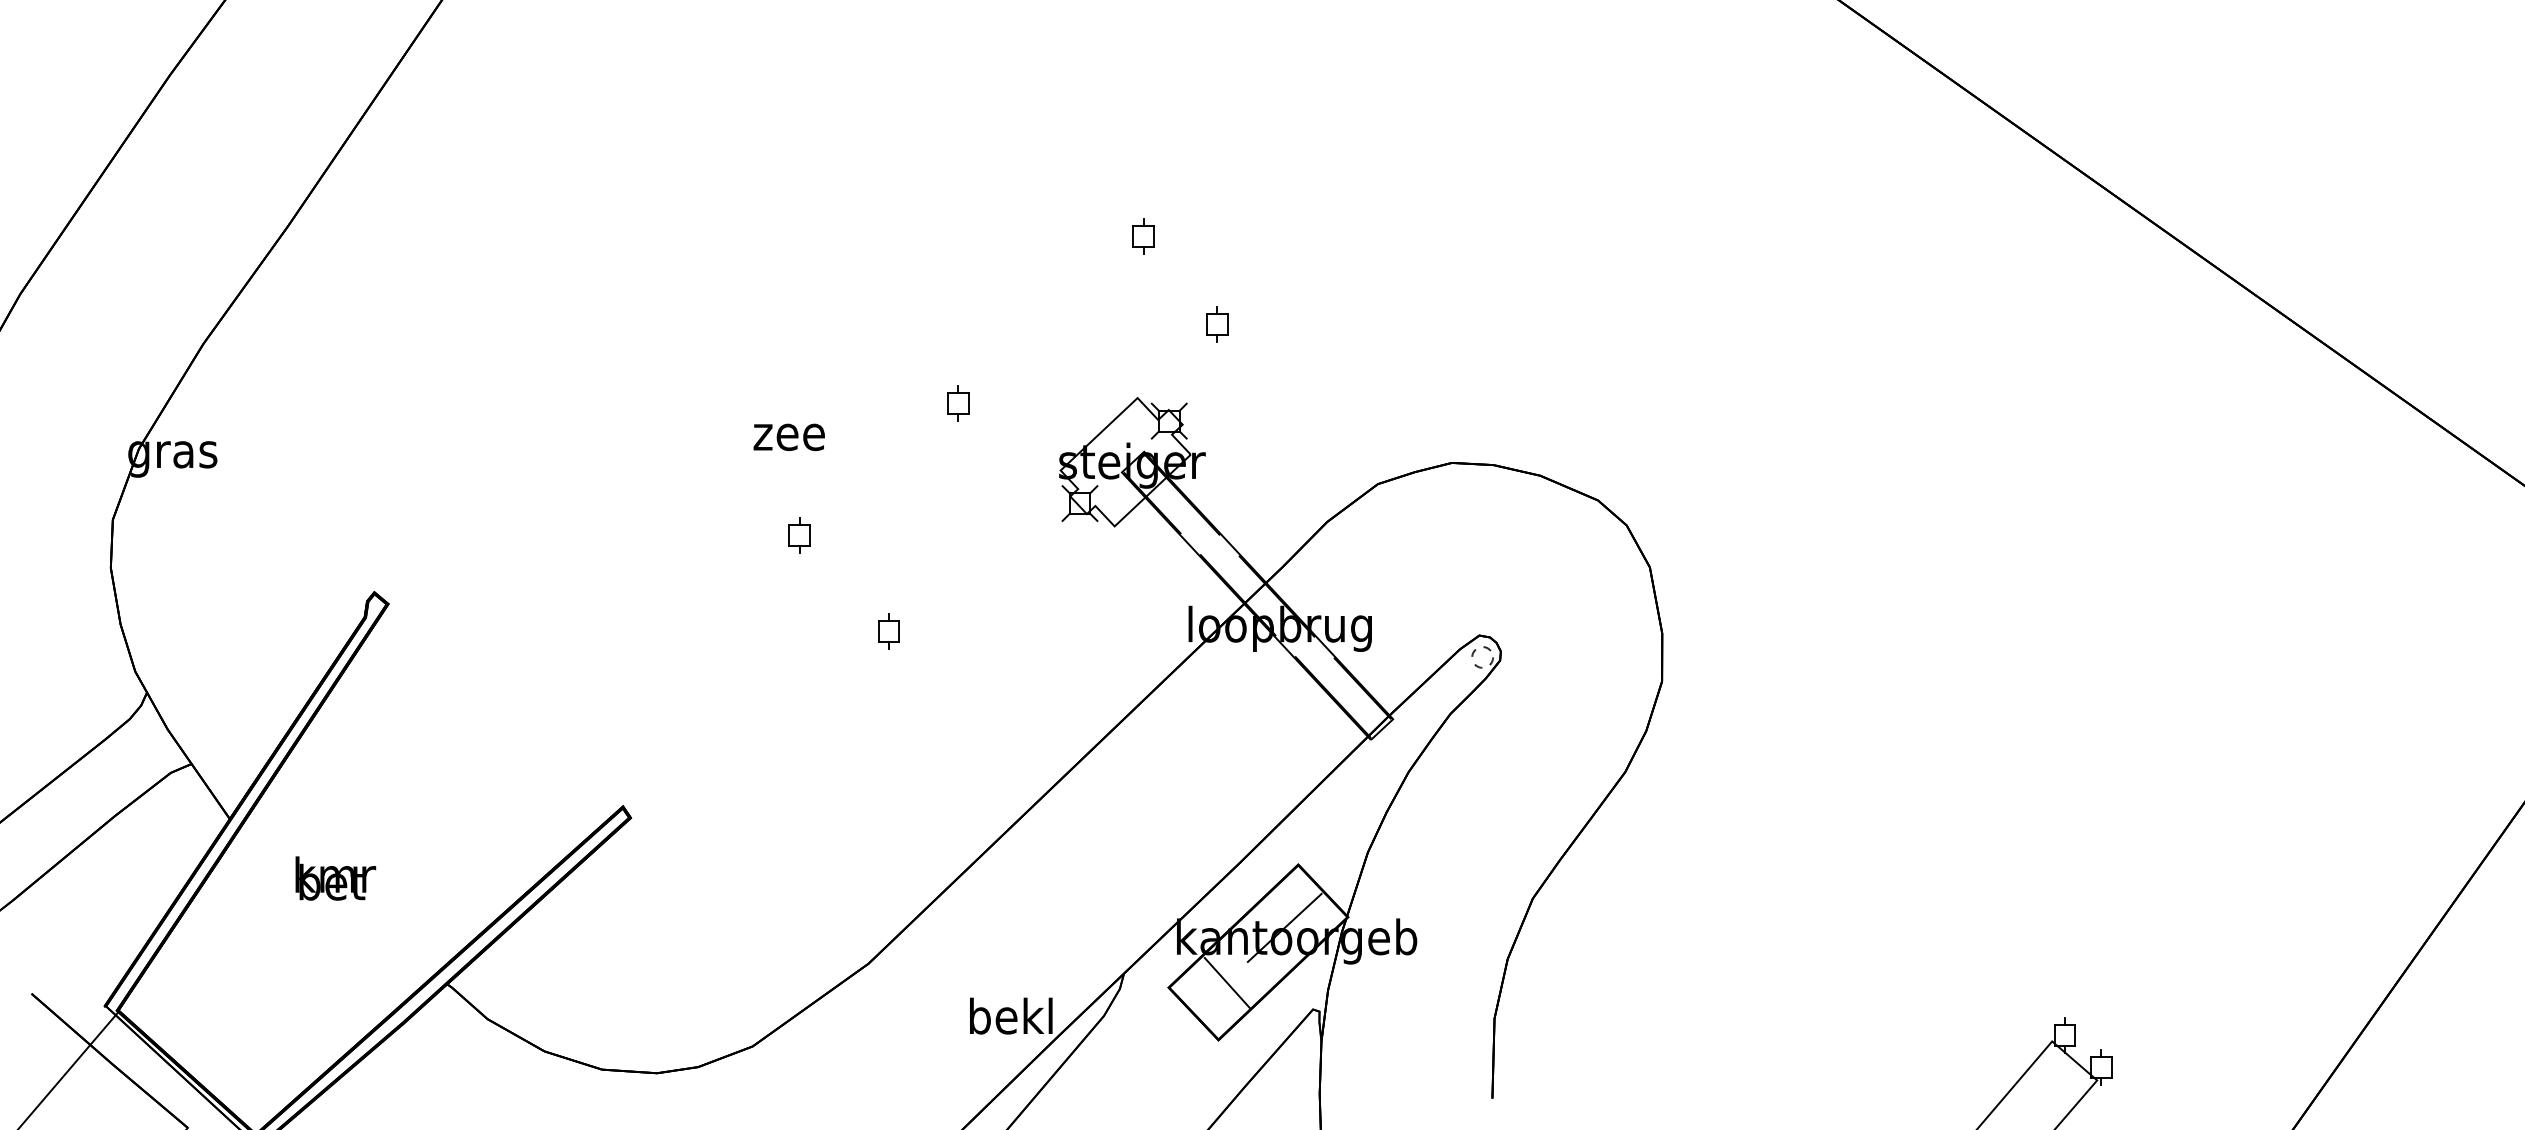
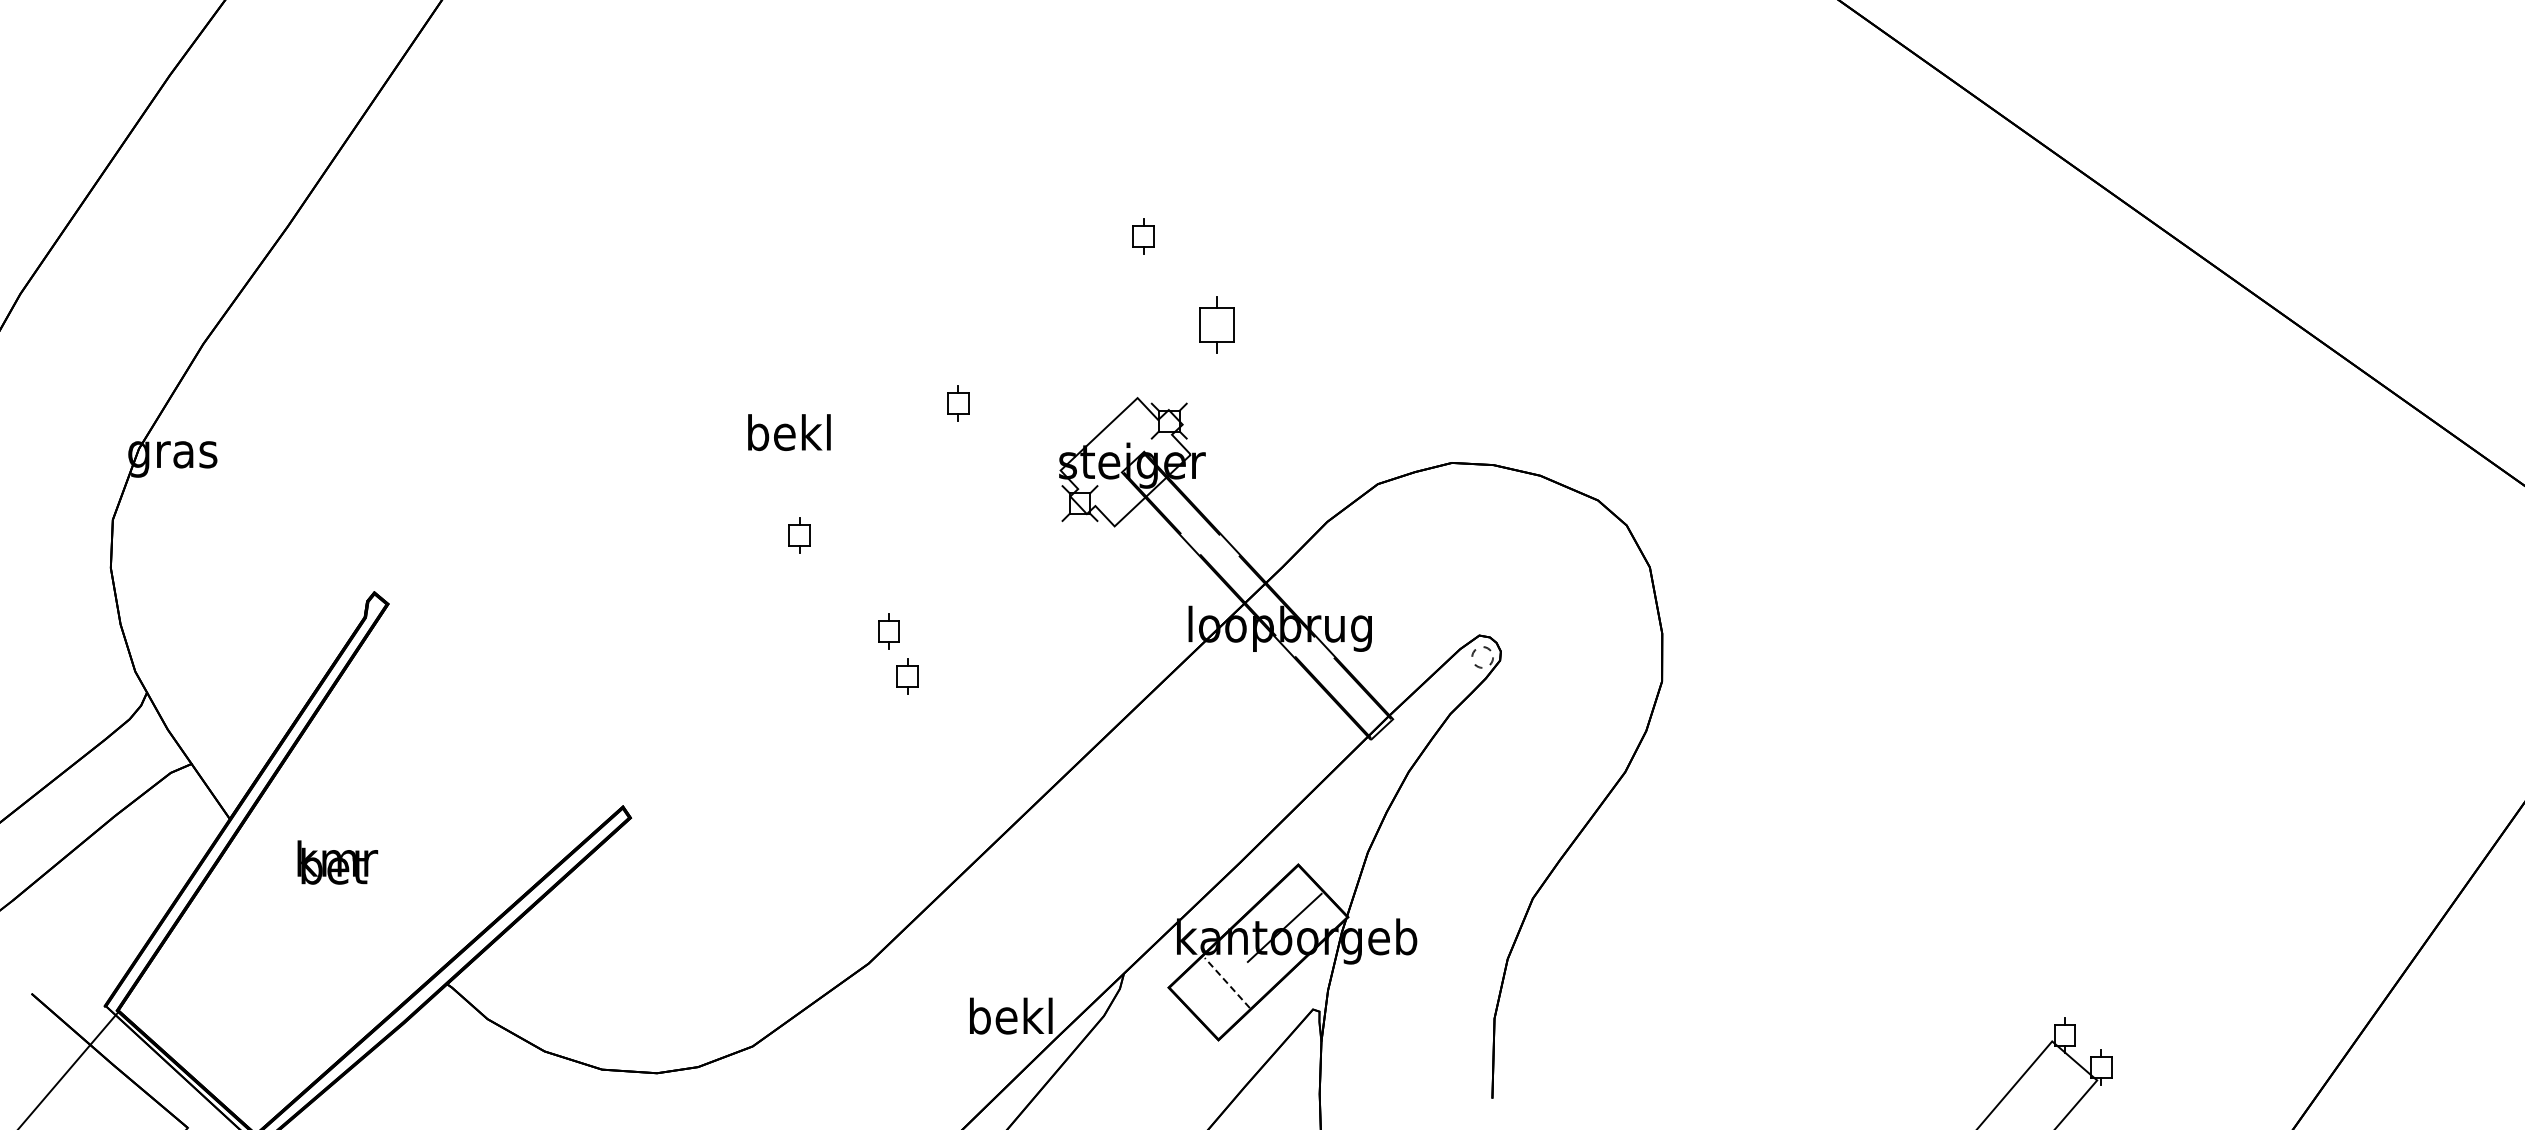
part at (1217, 324) size: 23x37 px -> 36x58 px
text at (789, 432): zee -> bekl
part at (907, 676): none -> present
text at (335, 878) position: (335, 878) -> (337, 862)
line at (1227, 983): solid -> dashed
